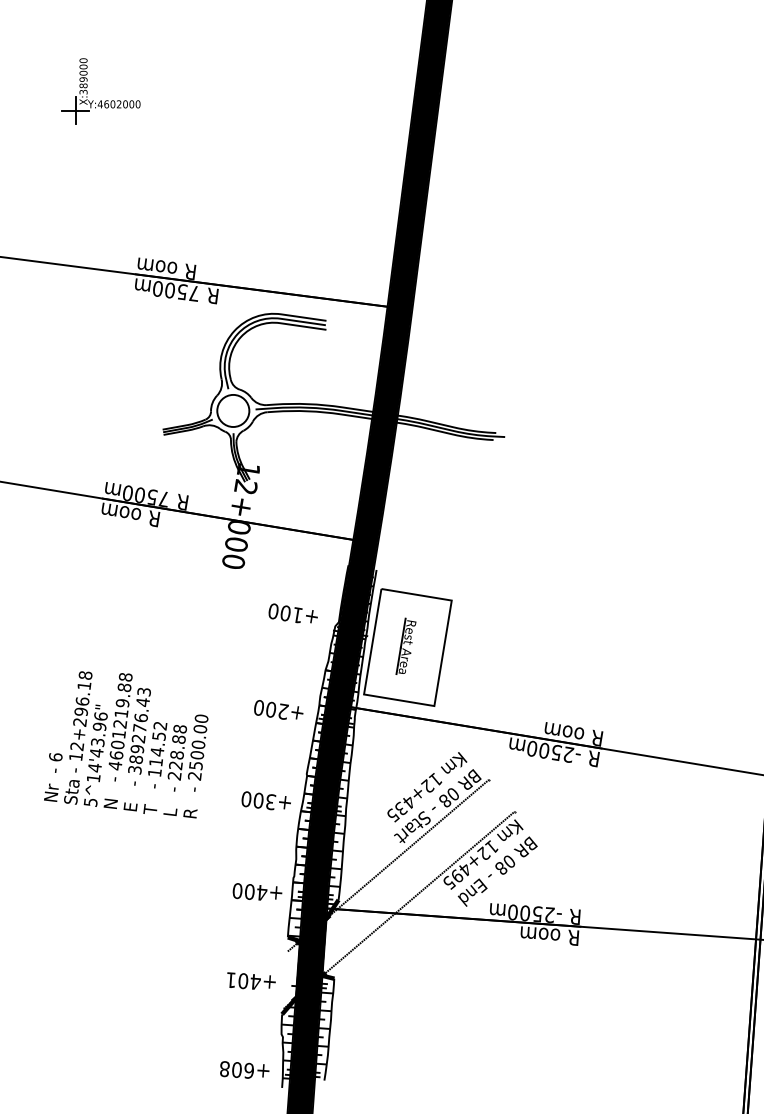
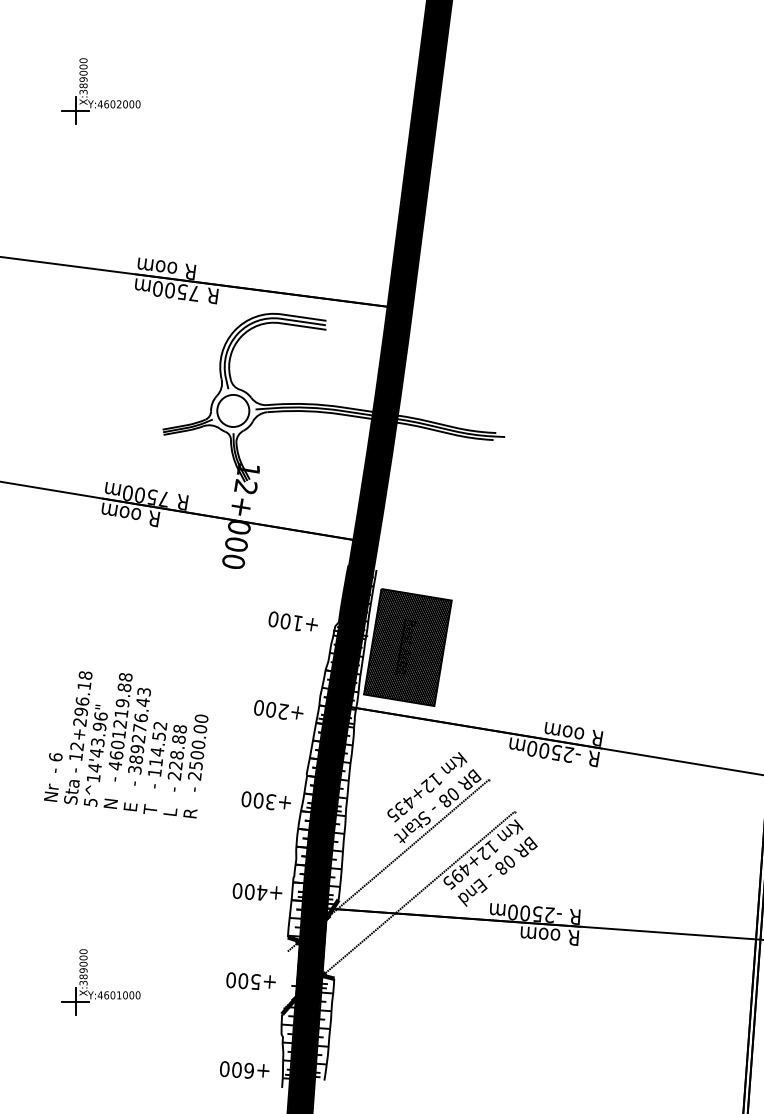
text at (292, 613) position: (292, 613) -> (292, 621)
hatch at (407, 647): none -> present
text at (243, 980): +401 -> +500
part at (100, 991): none -> present
text at (224, 1068): +608 -> +600
